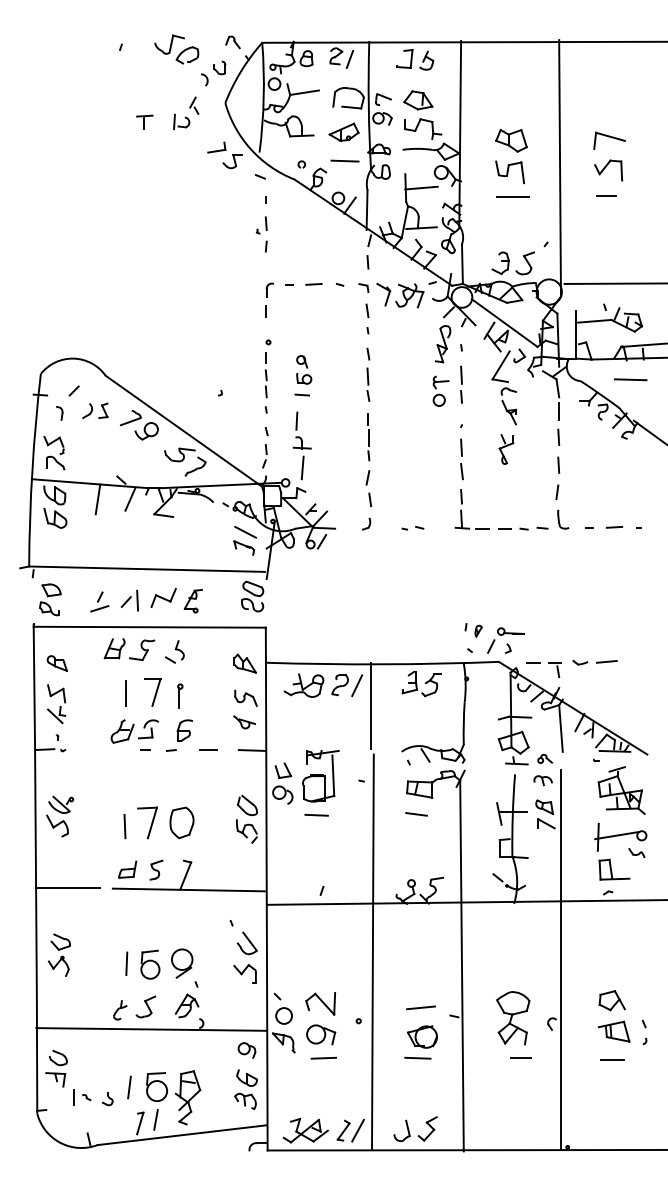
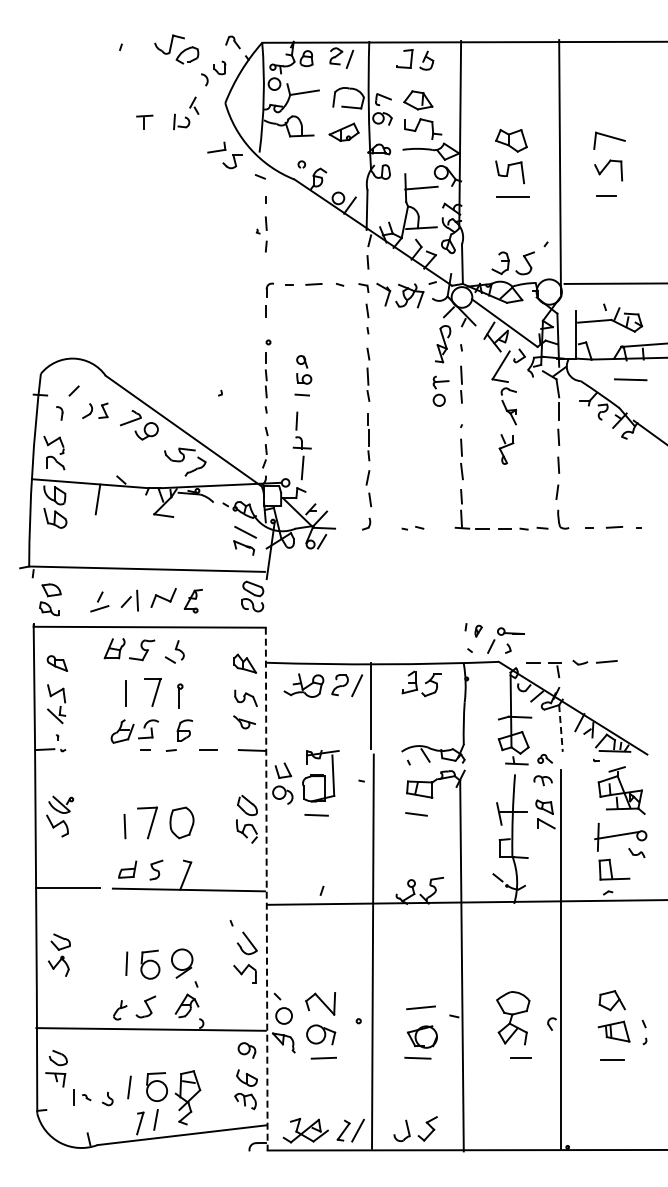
line at (344, 160): present -> none
line at (130, 499): present -> none
line at (561, 728): solid -> dashed
line at (266, 889): solid -> dashed
